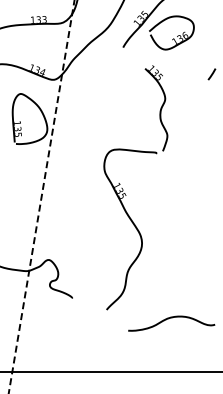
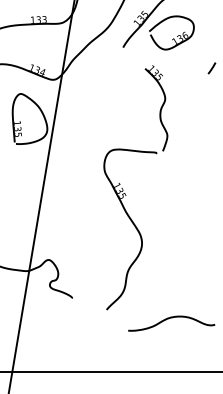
line at (211, 74) position: (211, 74) -> (211, 68)
line at (41, 197): dashed -> solid
